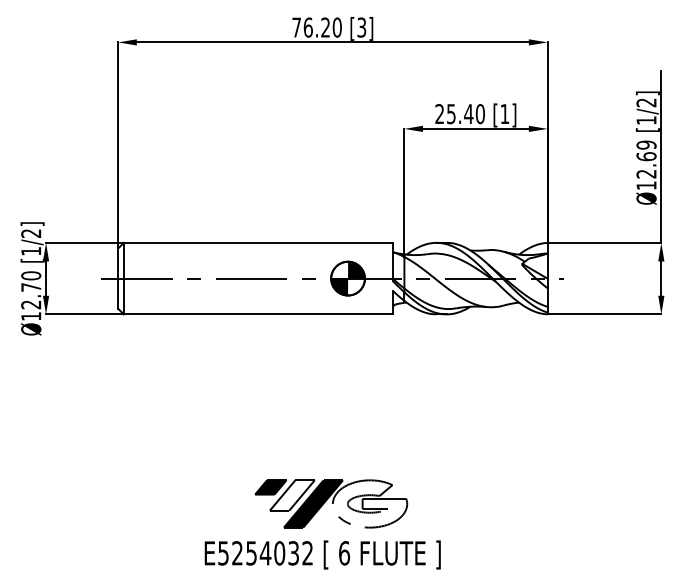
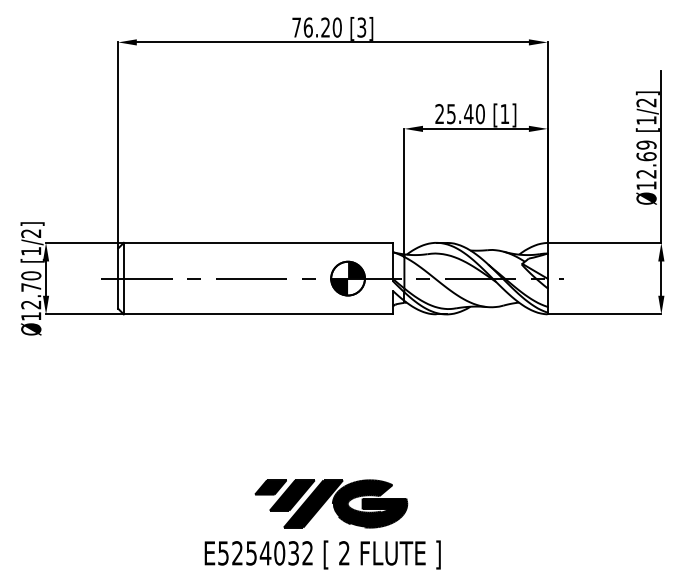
fill at (291, 495): none -> present
fill at (369, 503): none -> present
text at (344, 553): 6 -> 2
